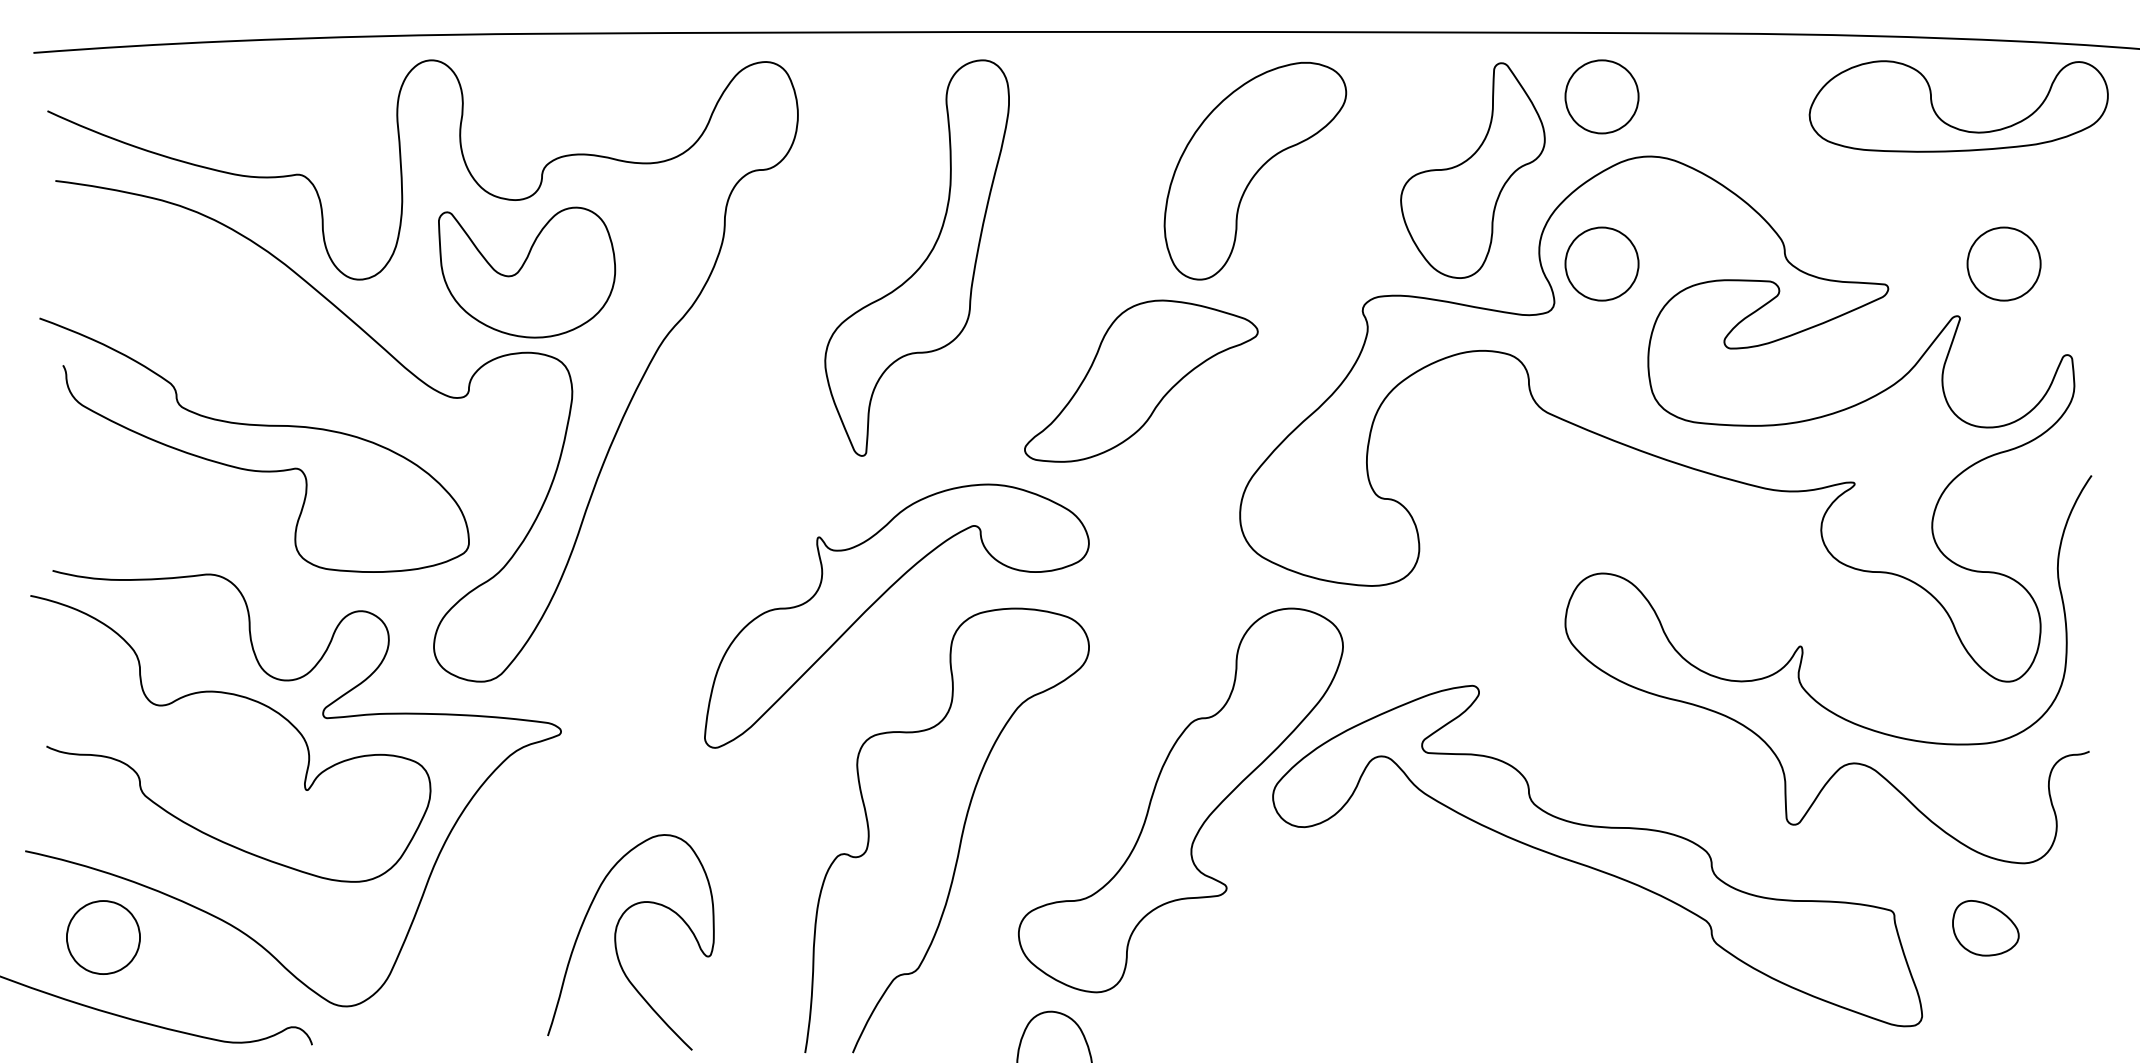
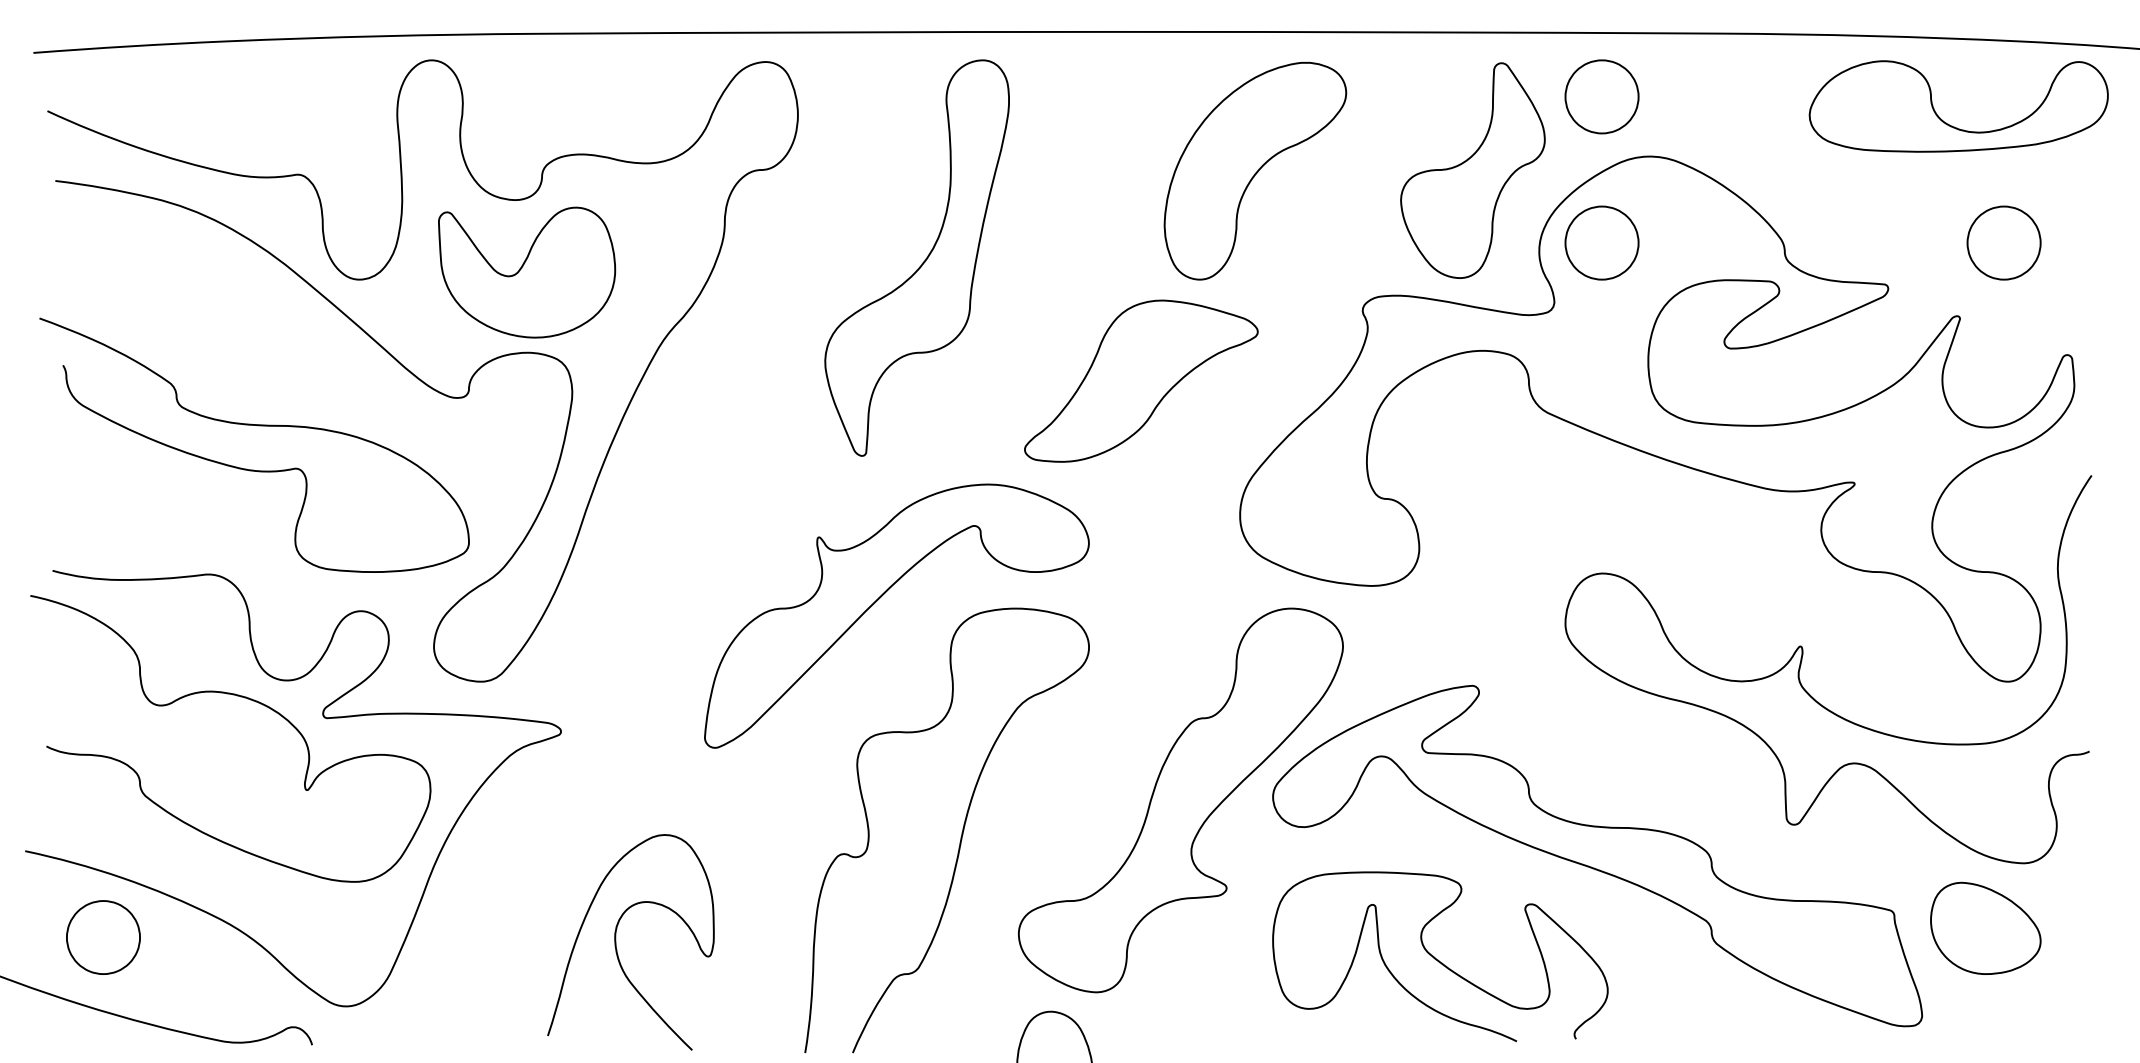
part at (1601, 263) position: (1601, 263) -> (1601, 242)
part at (2003, 263) position: (2003, 263) -> (2003, 242)
part at (1985, 928) size: 68x57 px -> 112x94 px
curve at (1438, 959): none -> present
